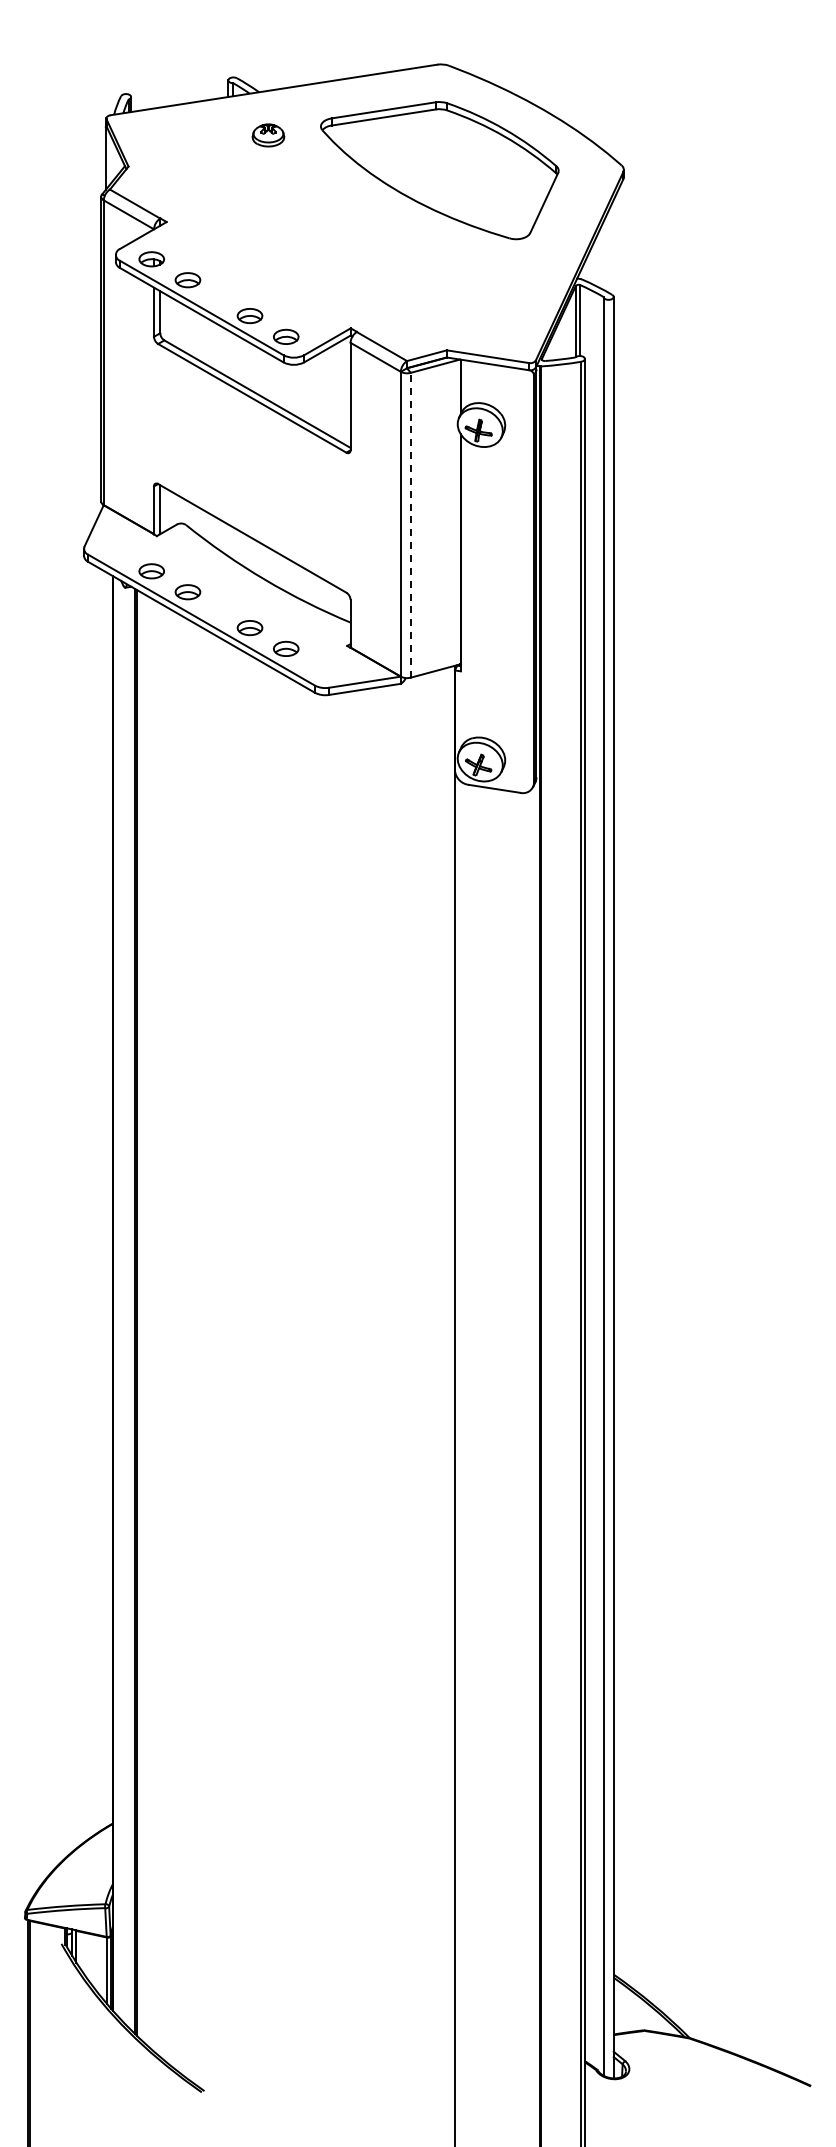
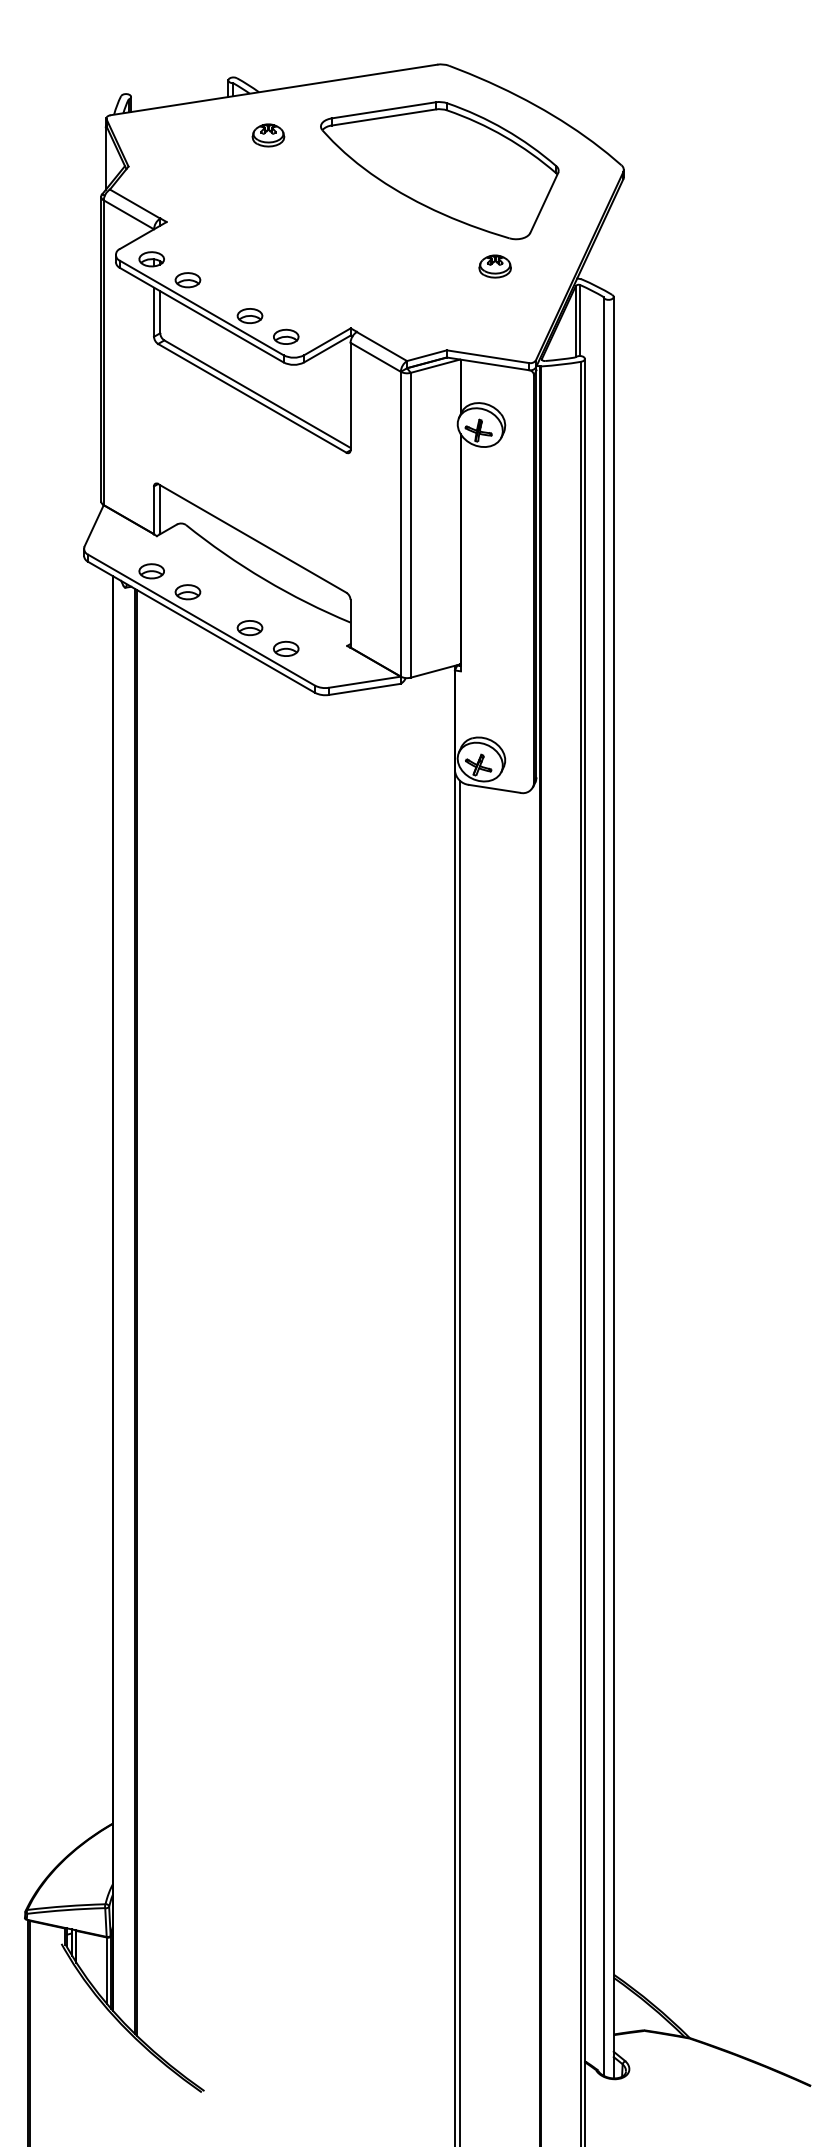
part at (494, 266): none -> present
line at (410, 524): dashed -> solid
line at (460, 1462): none -> present
